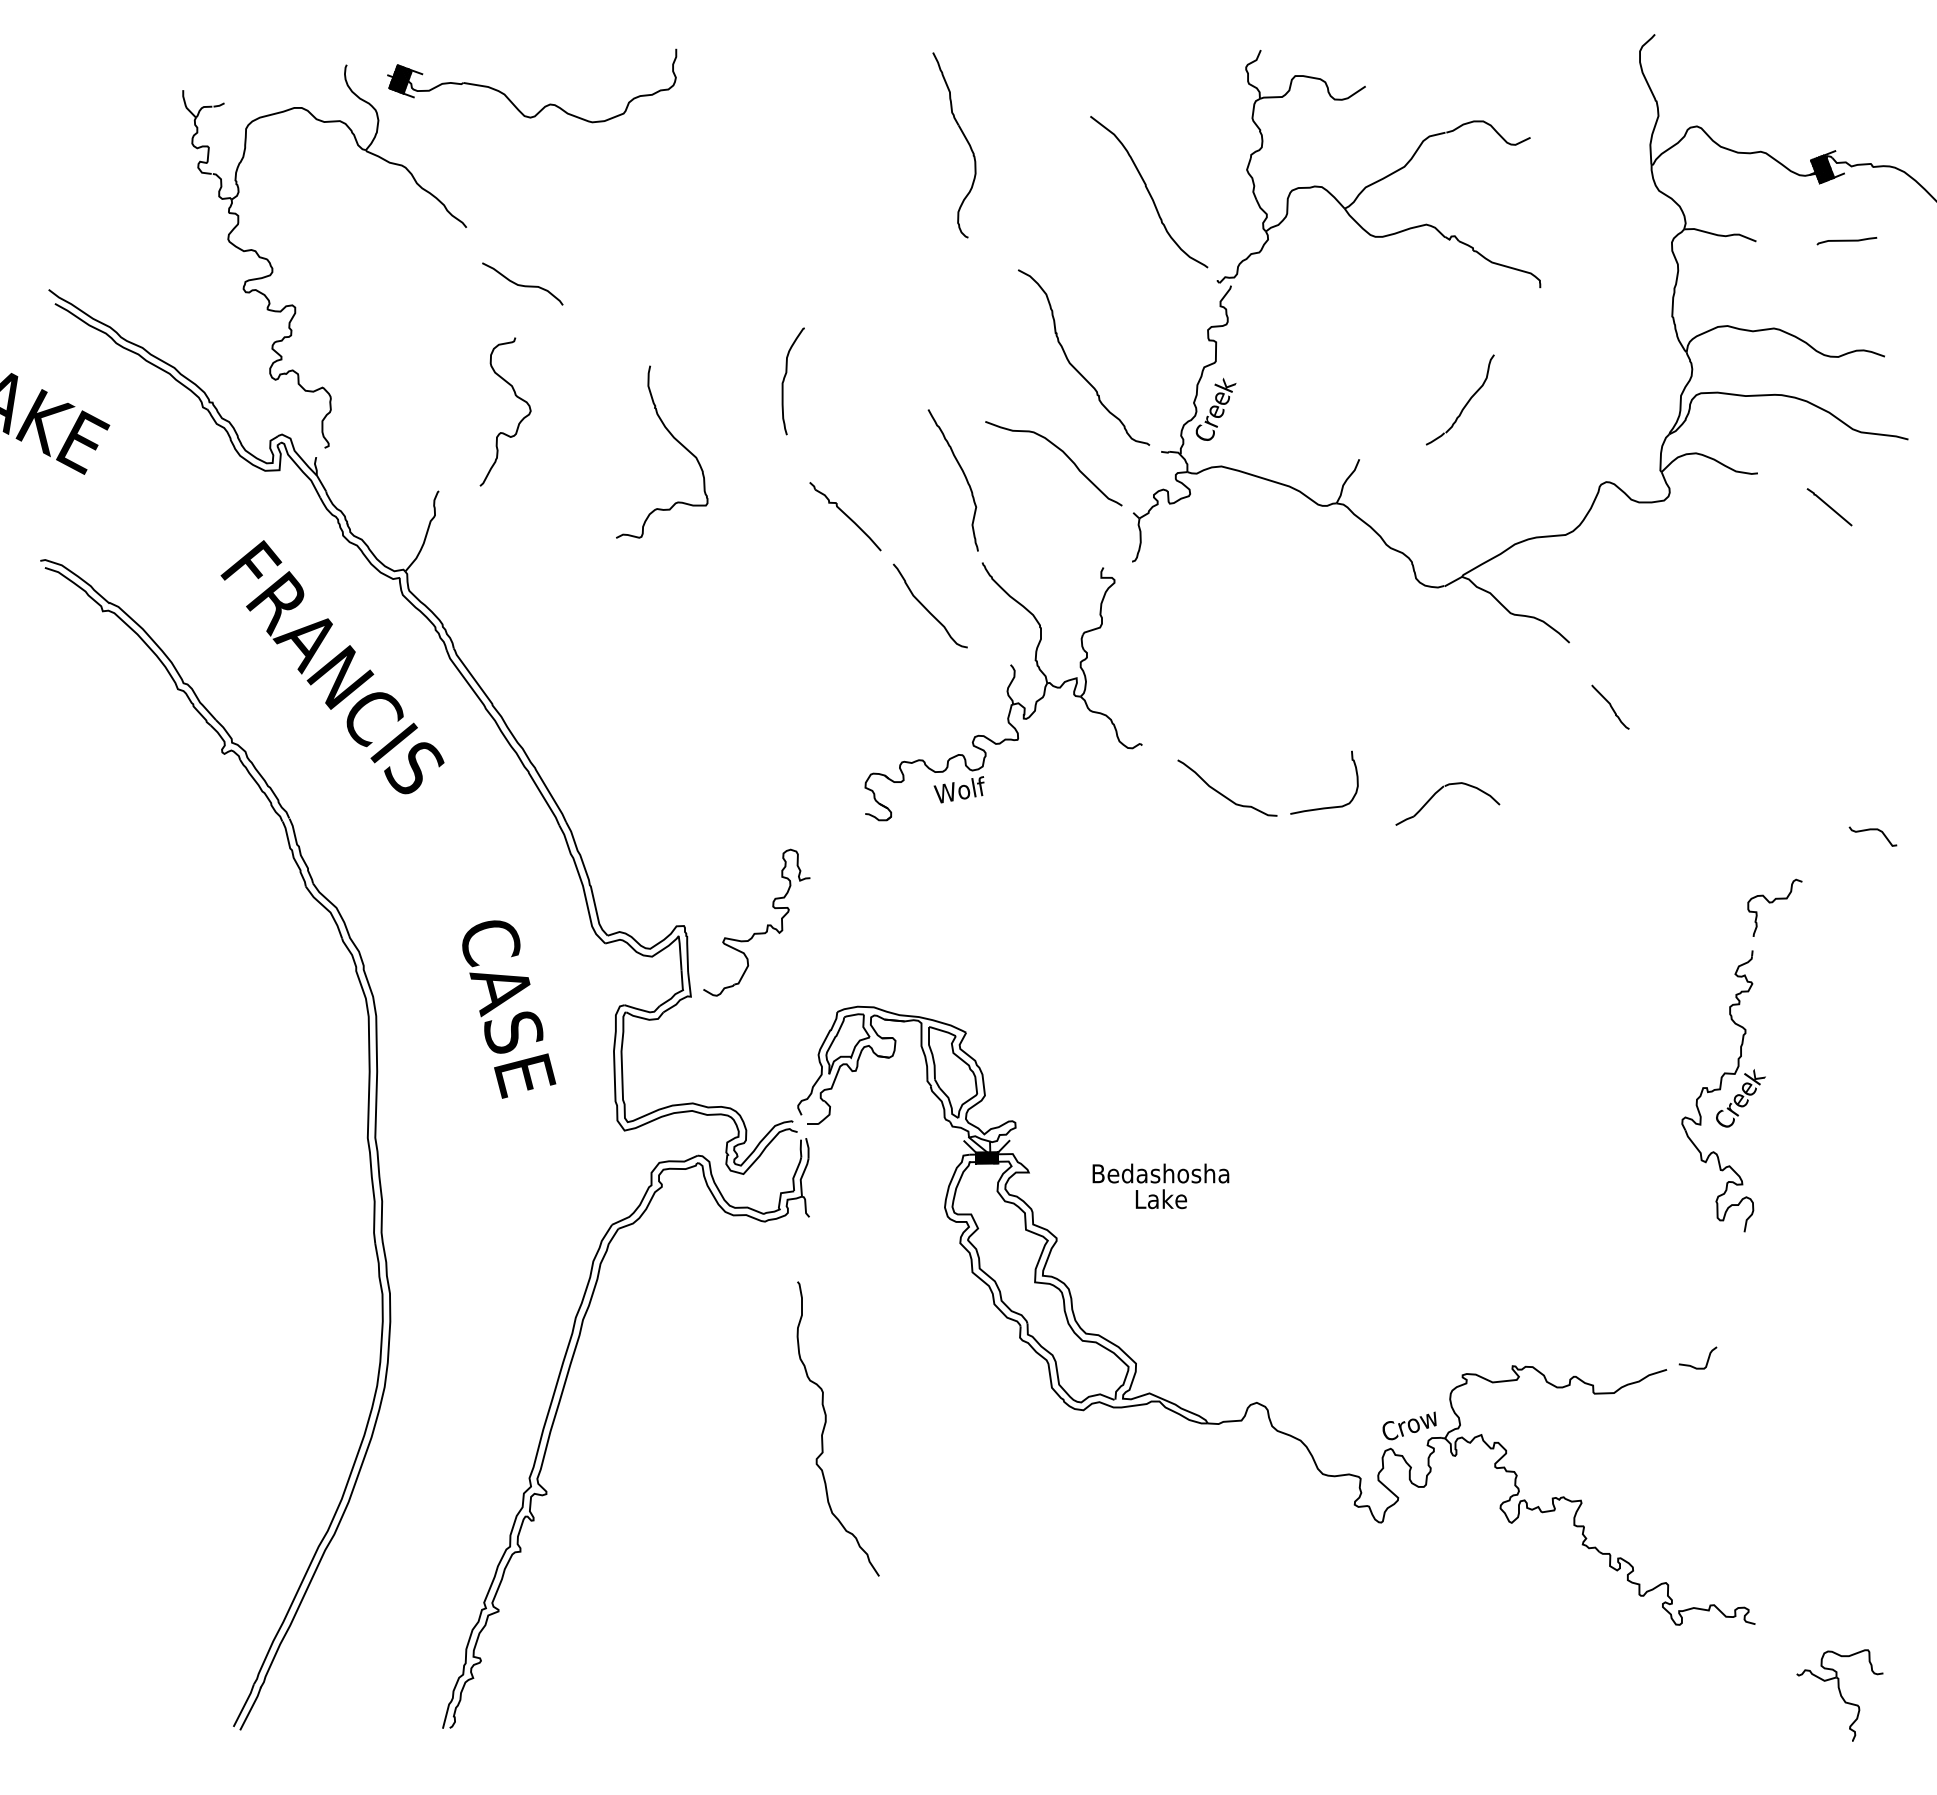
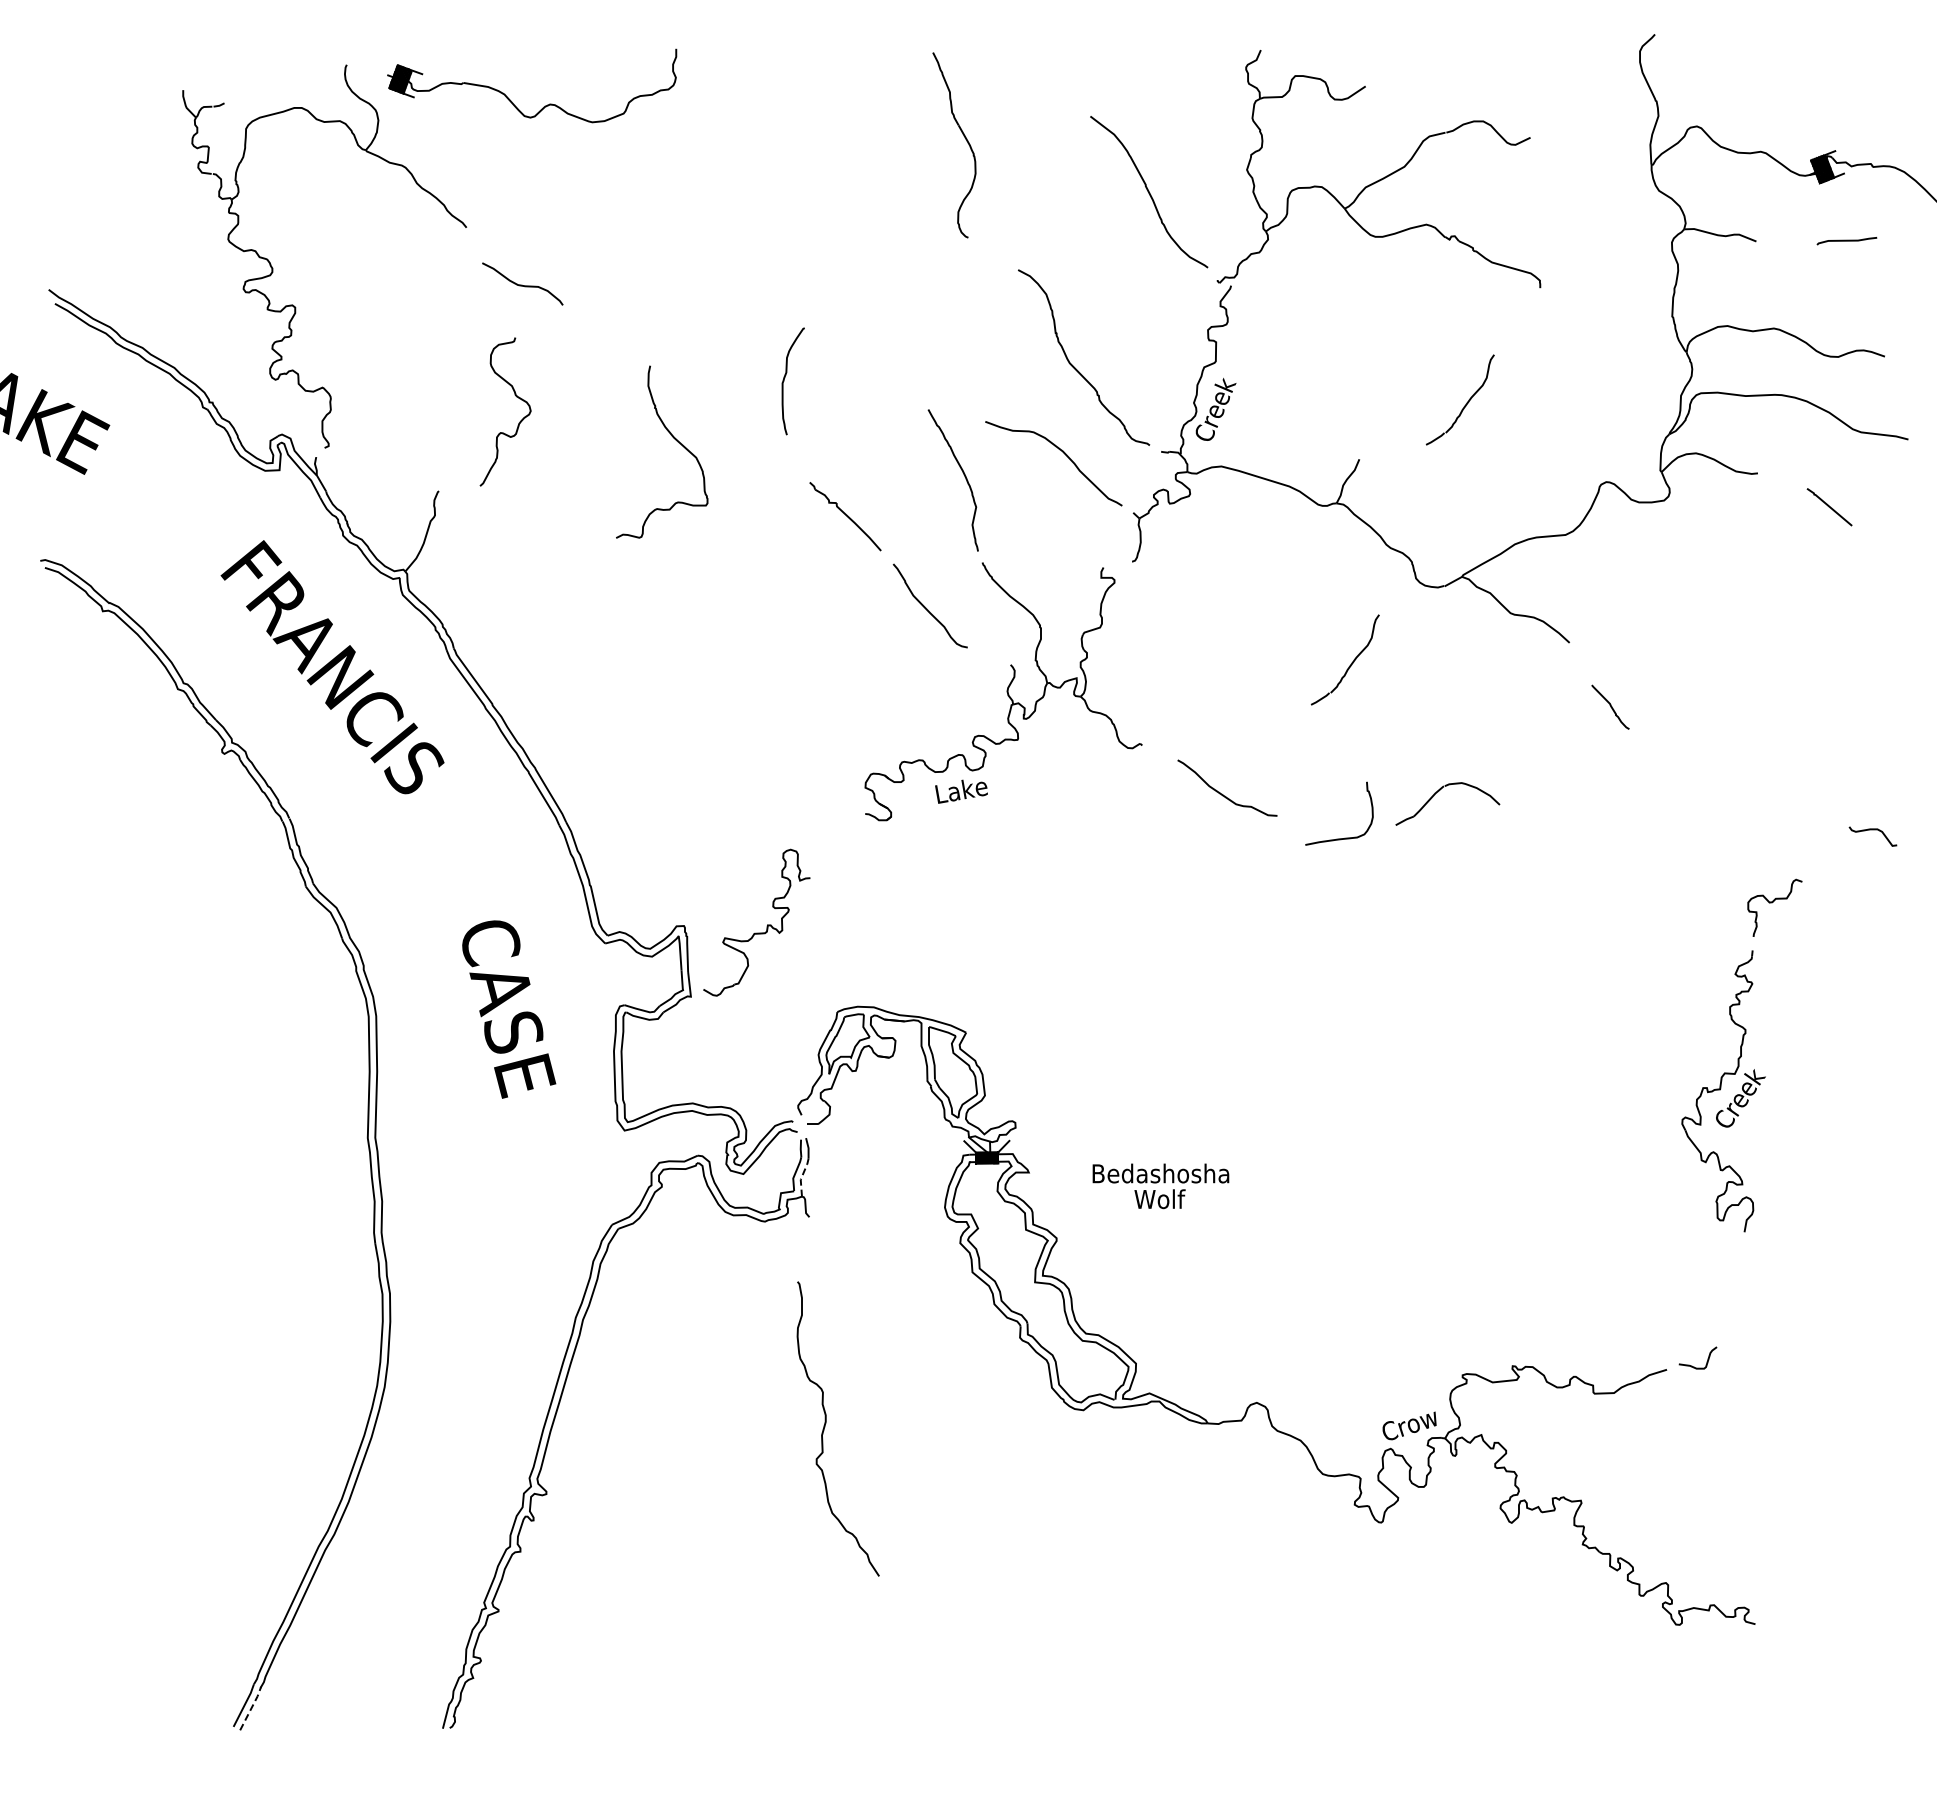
part at (1351, 662): none -> present
text at (960, 789): Wolf -> Lake
curve at (1329, 806) position: (1329, 806) -> (1344, 837)
line at (801, 1176): solid -> dashed
text at (1160, 1199): Lake -> Wolf
part at (1839, 1695): present -> none
line at (251, 1708): solid -> dashed
